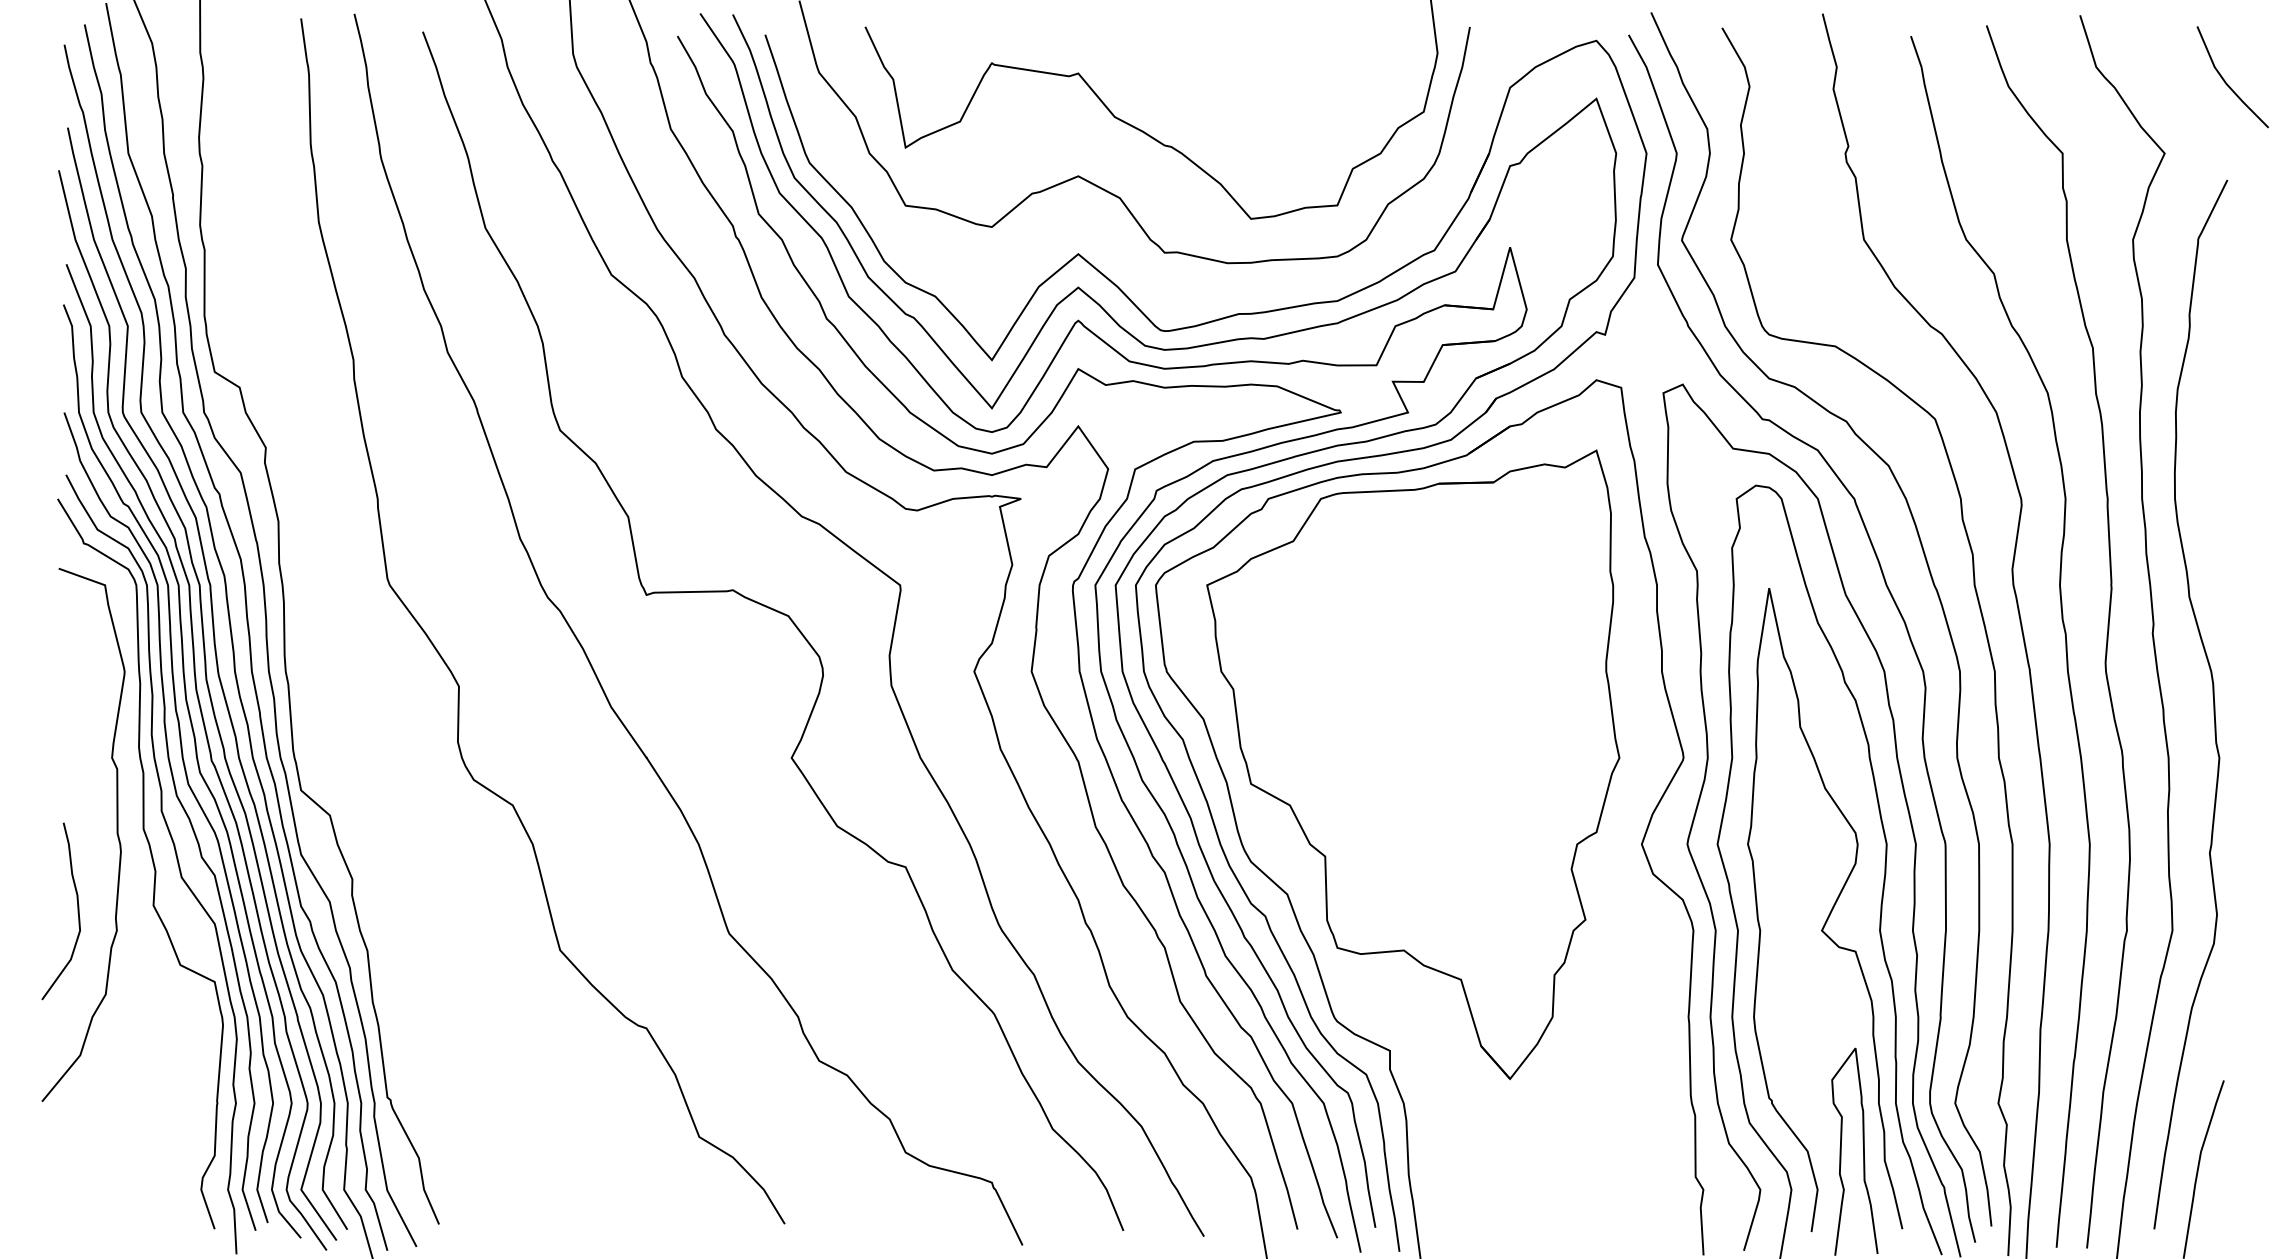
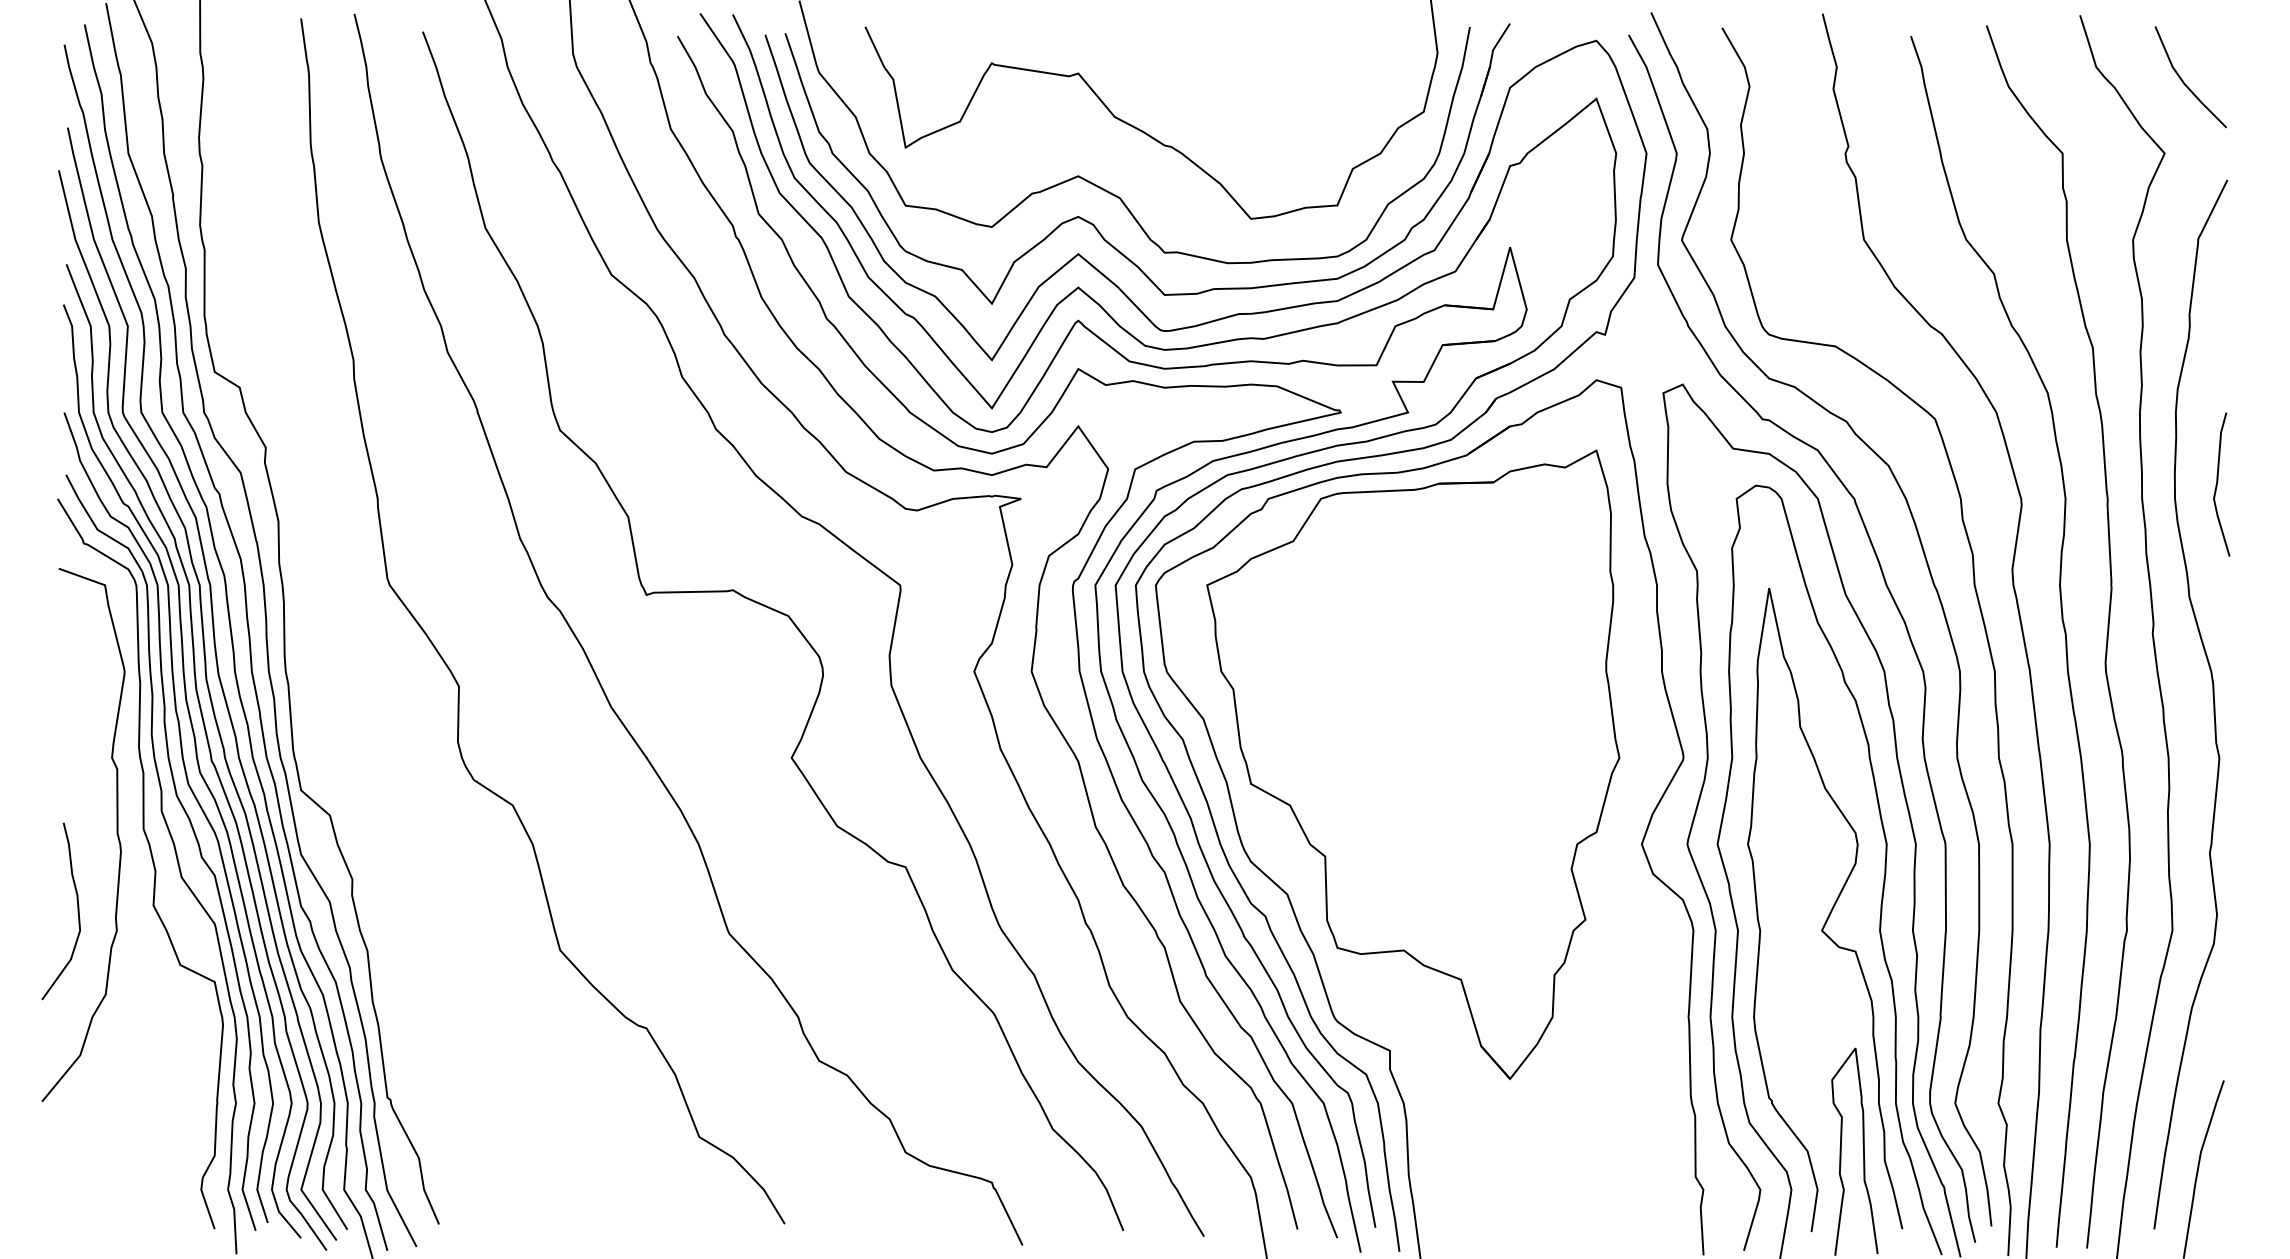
line at (2225, 80) position: (2225, 80) -> (2183, 80)
part at (1093, 223): none -> present
curve at (2218, 482): none -> present
